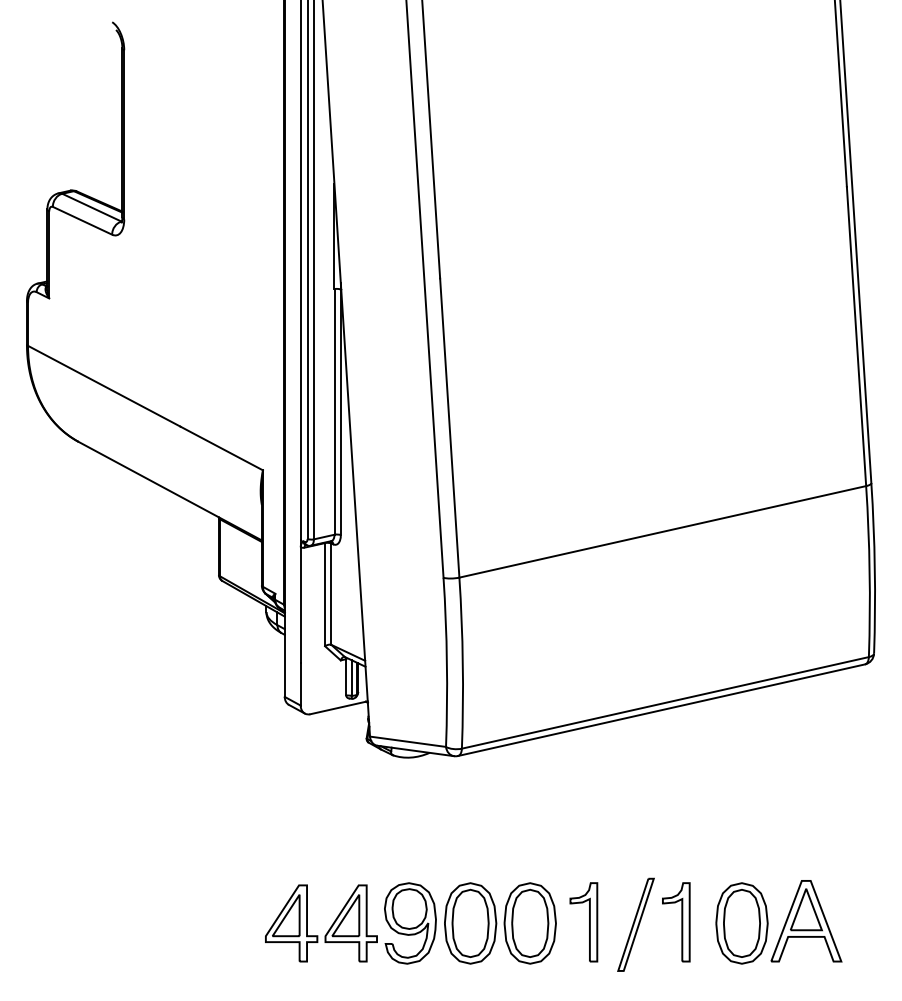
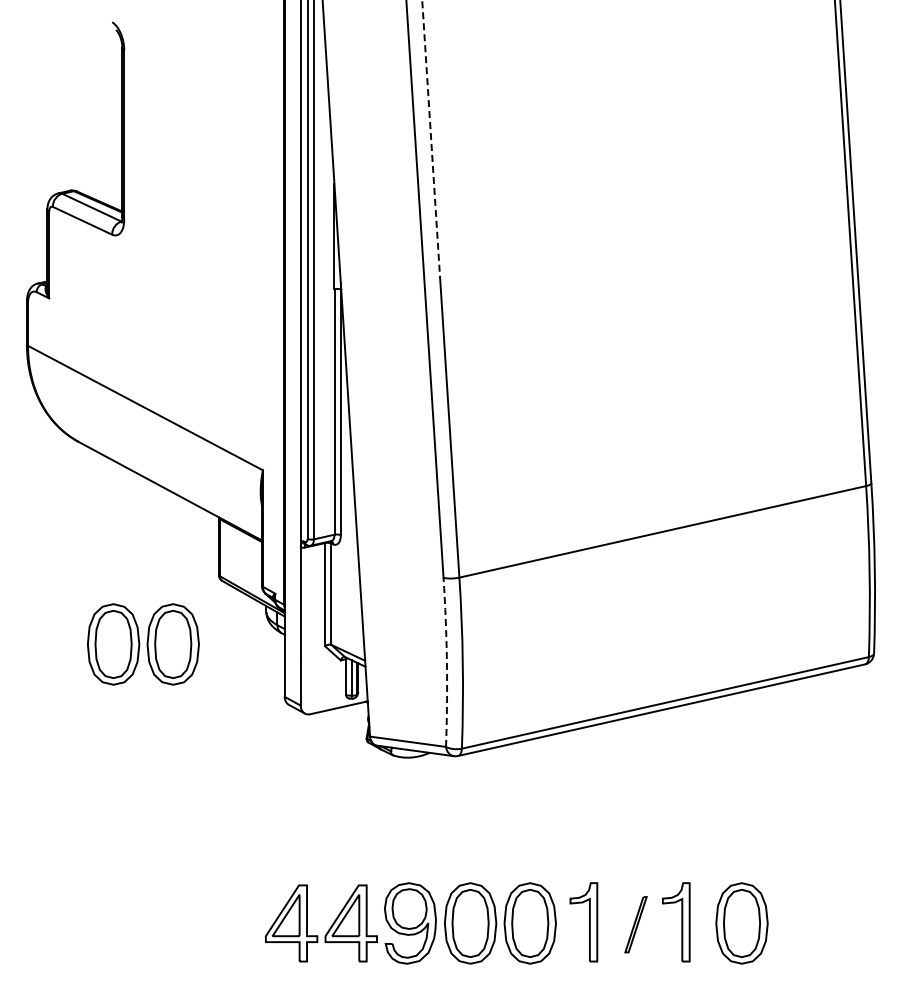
line at (431, 139): solid -> dashed
part at (143, 644): none -> present
arc at (446, 662): solid -> dashed
part at (806, 921): present -> none
part at (635, 924) size: 38x95 px -> 24x58 px
